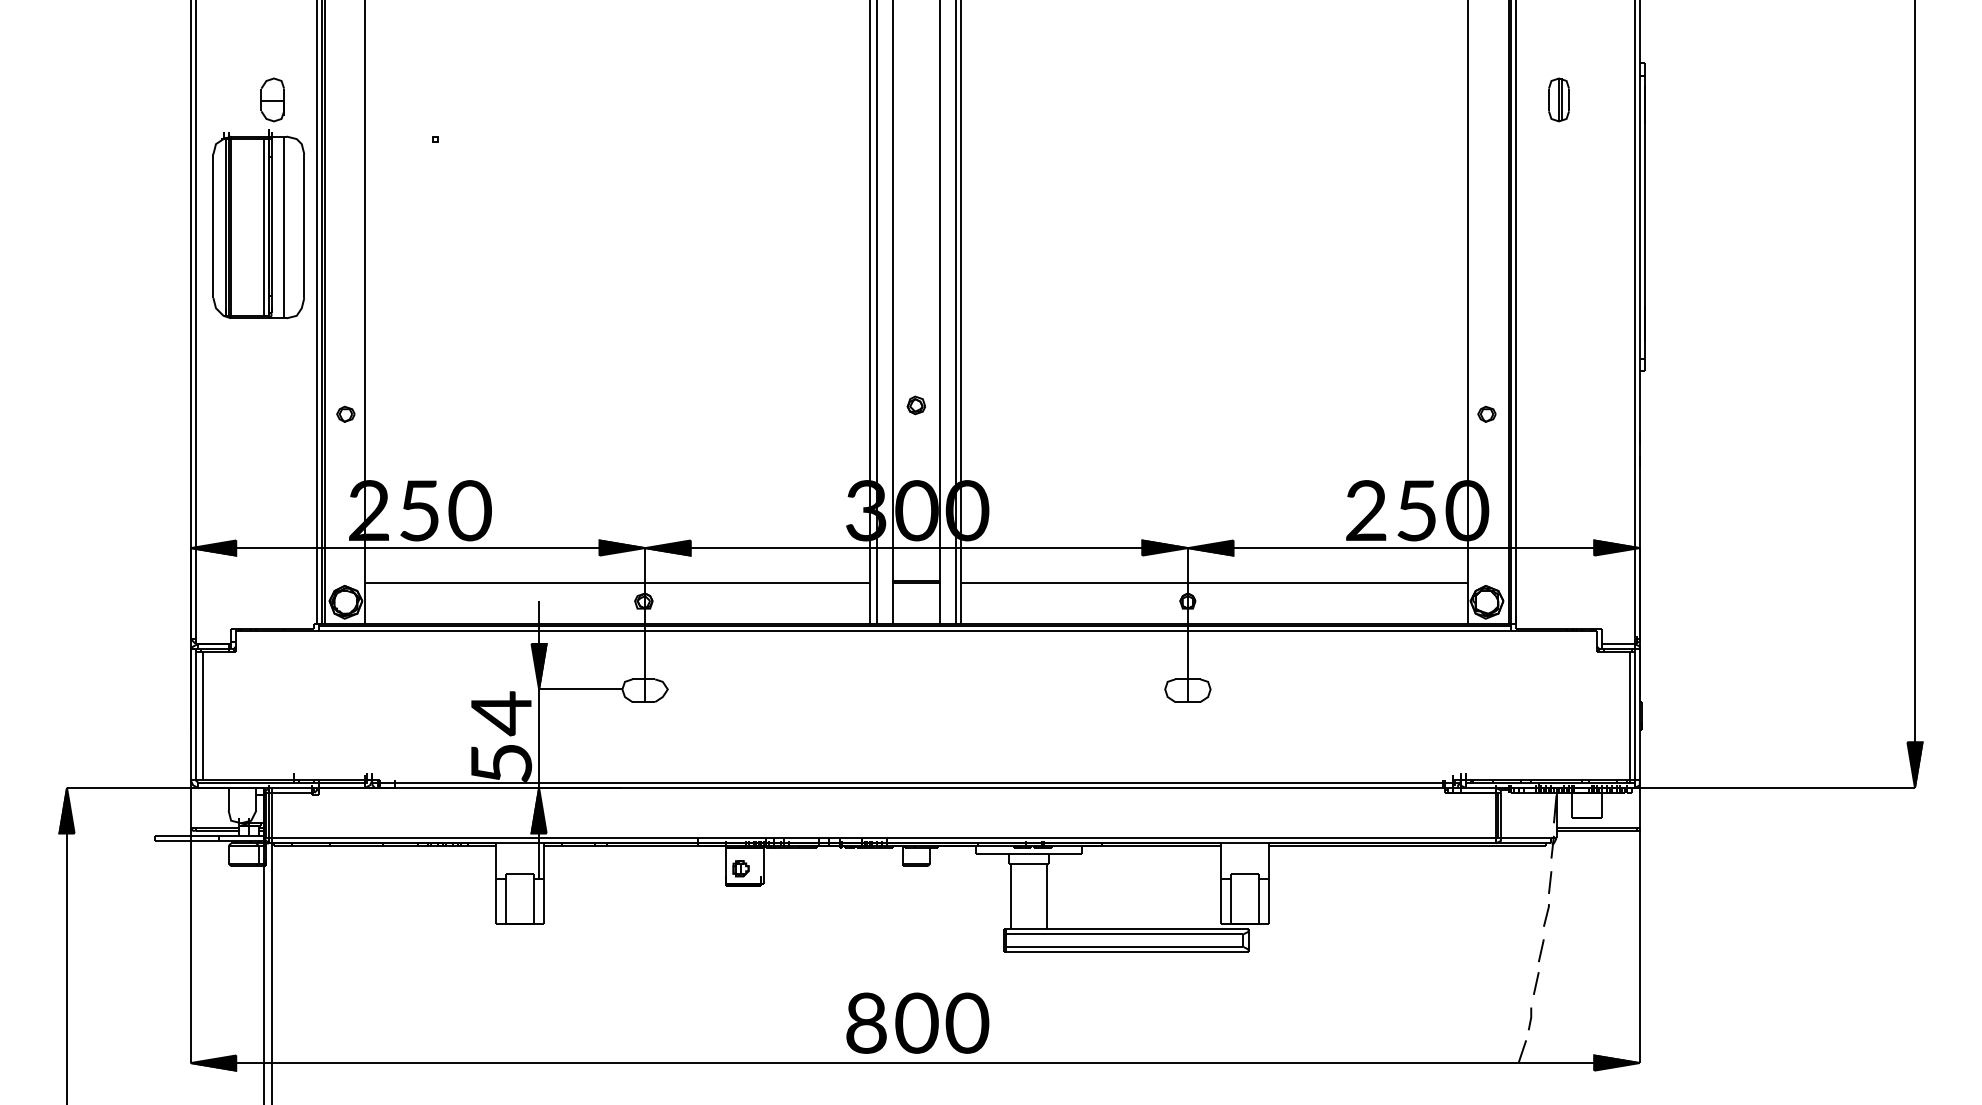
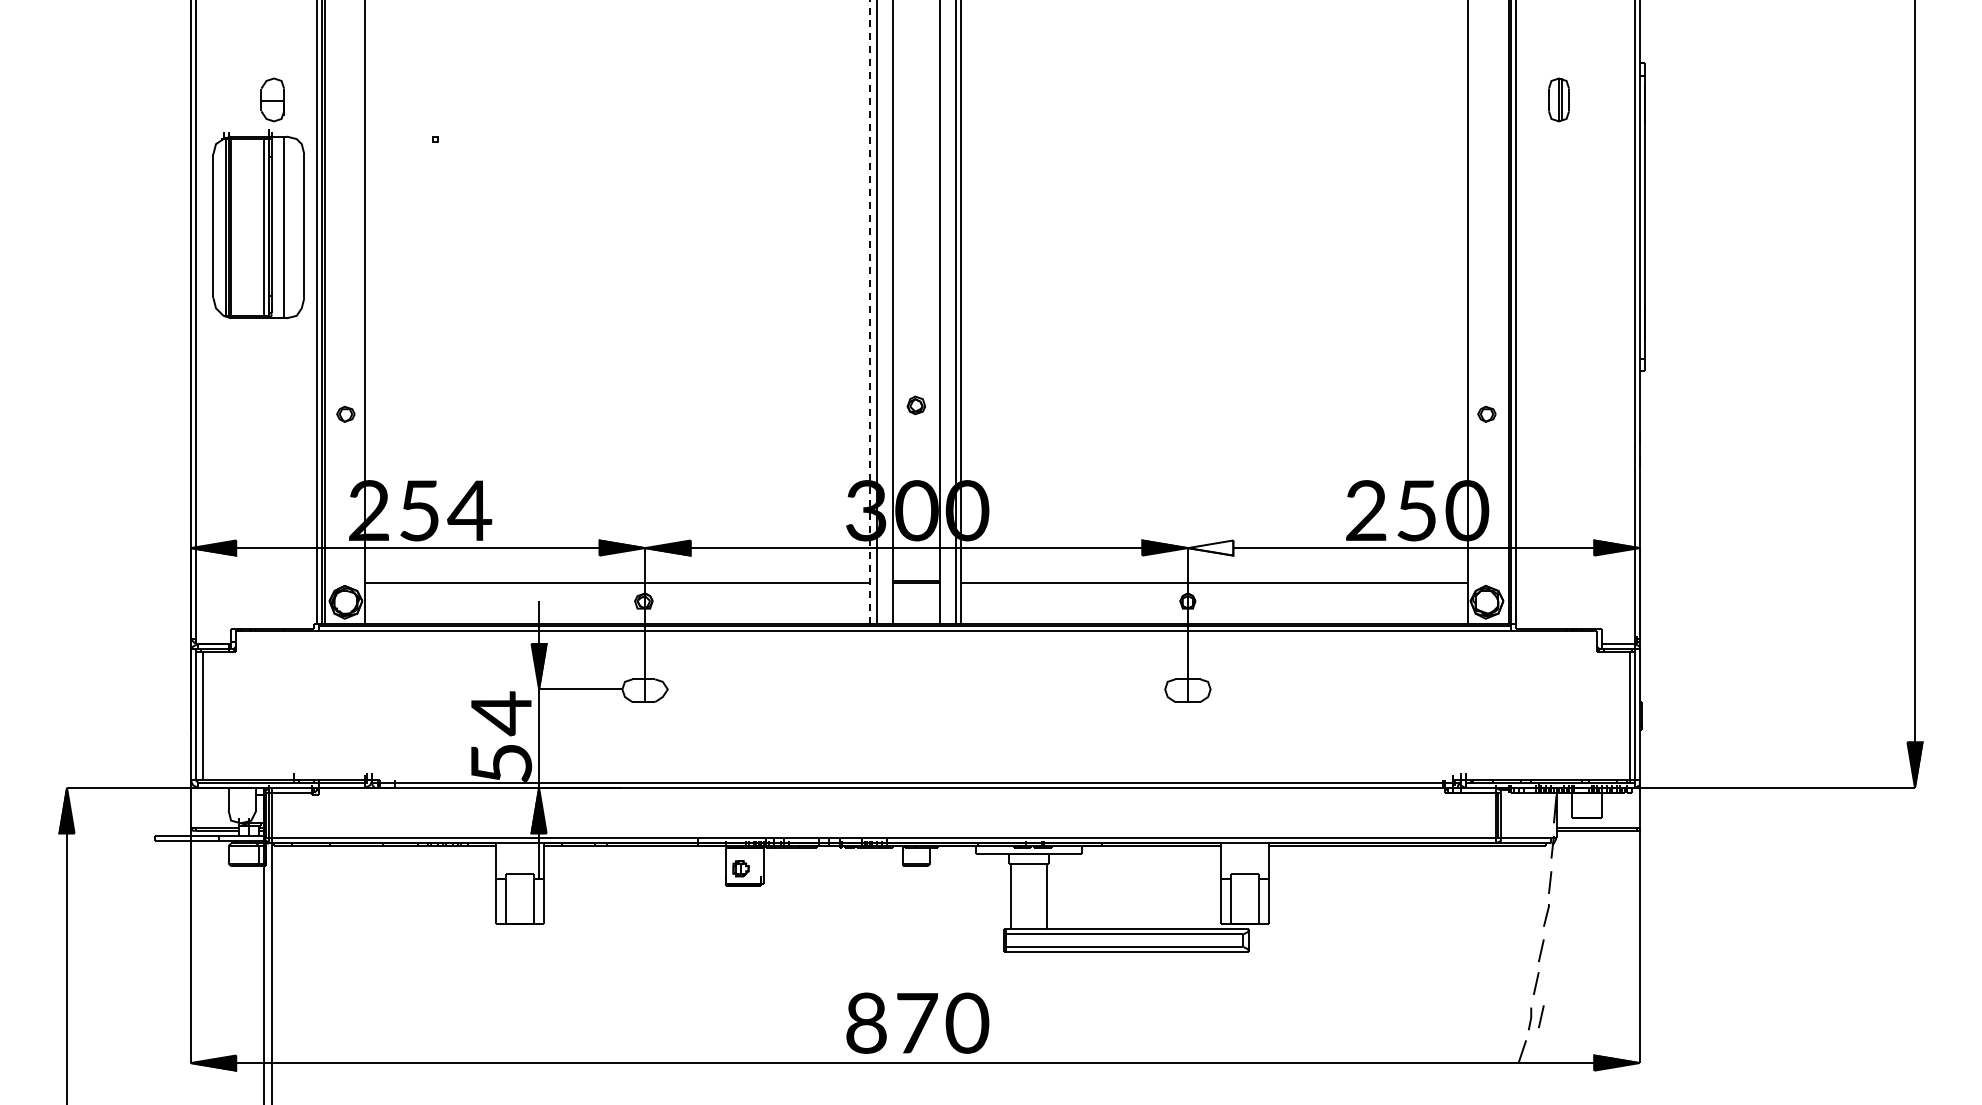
line at (869, 311): solid -> dashed
text at (469, 510): 0 -> 4
fill at (1210, 547): present -> none
line at (1541, 1016): none -> present
text at (916, 1022): 0 -> 7
